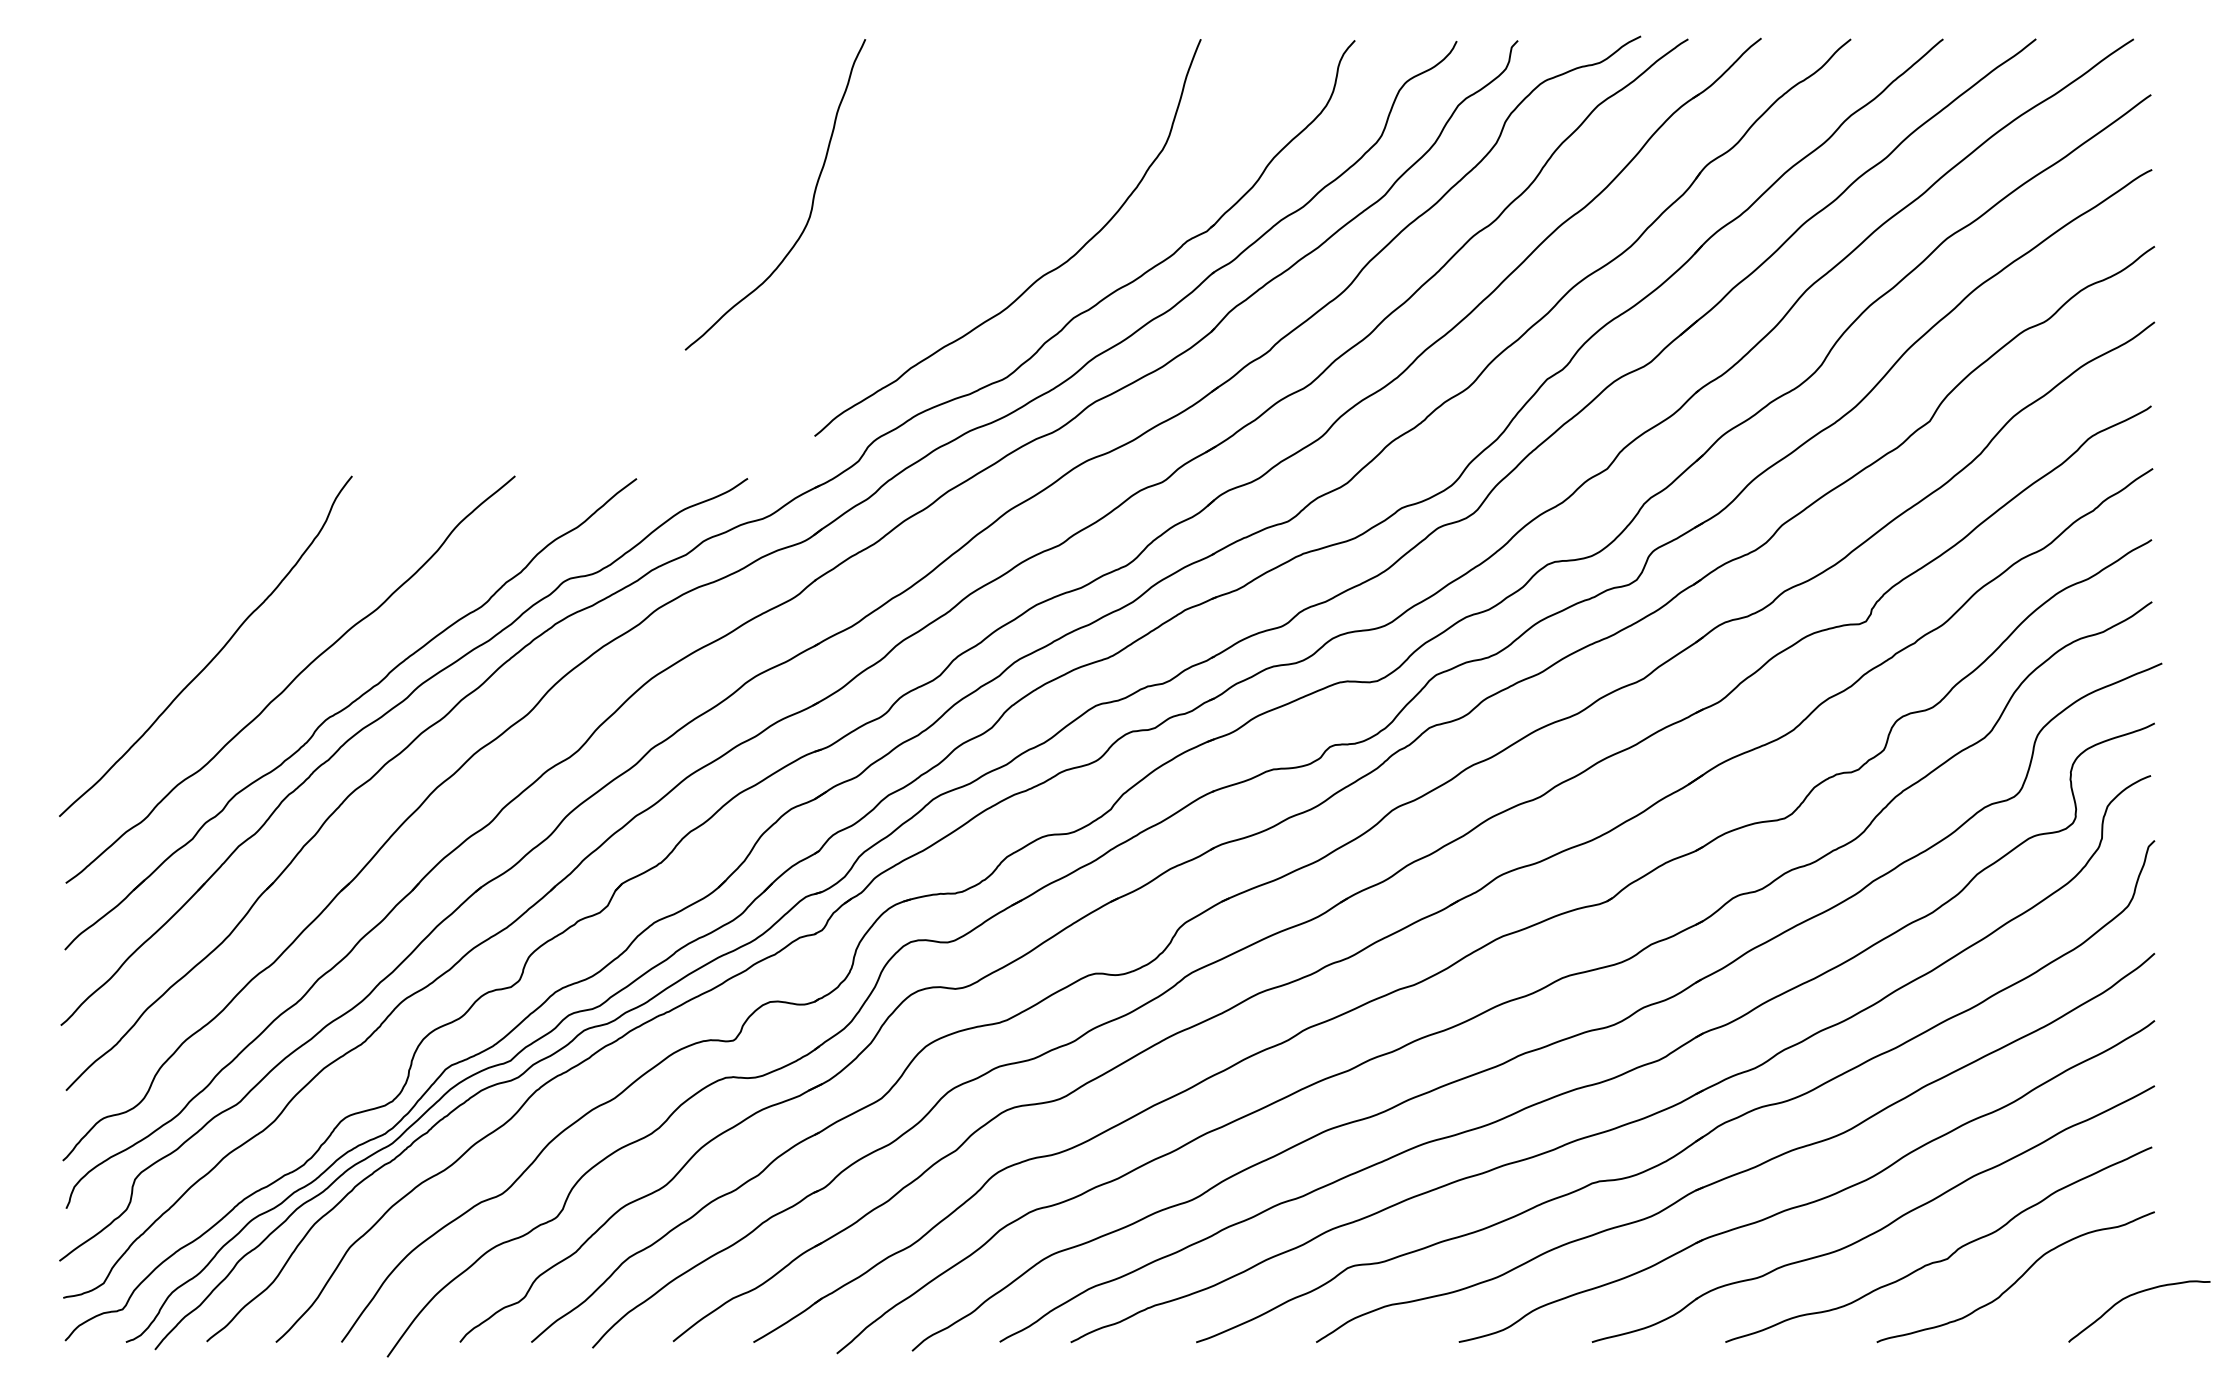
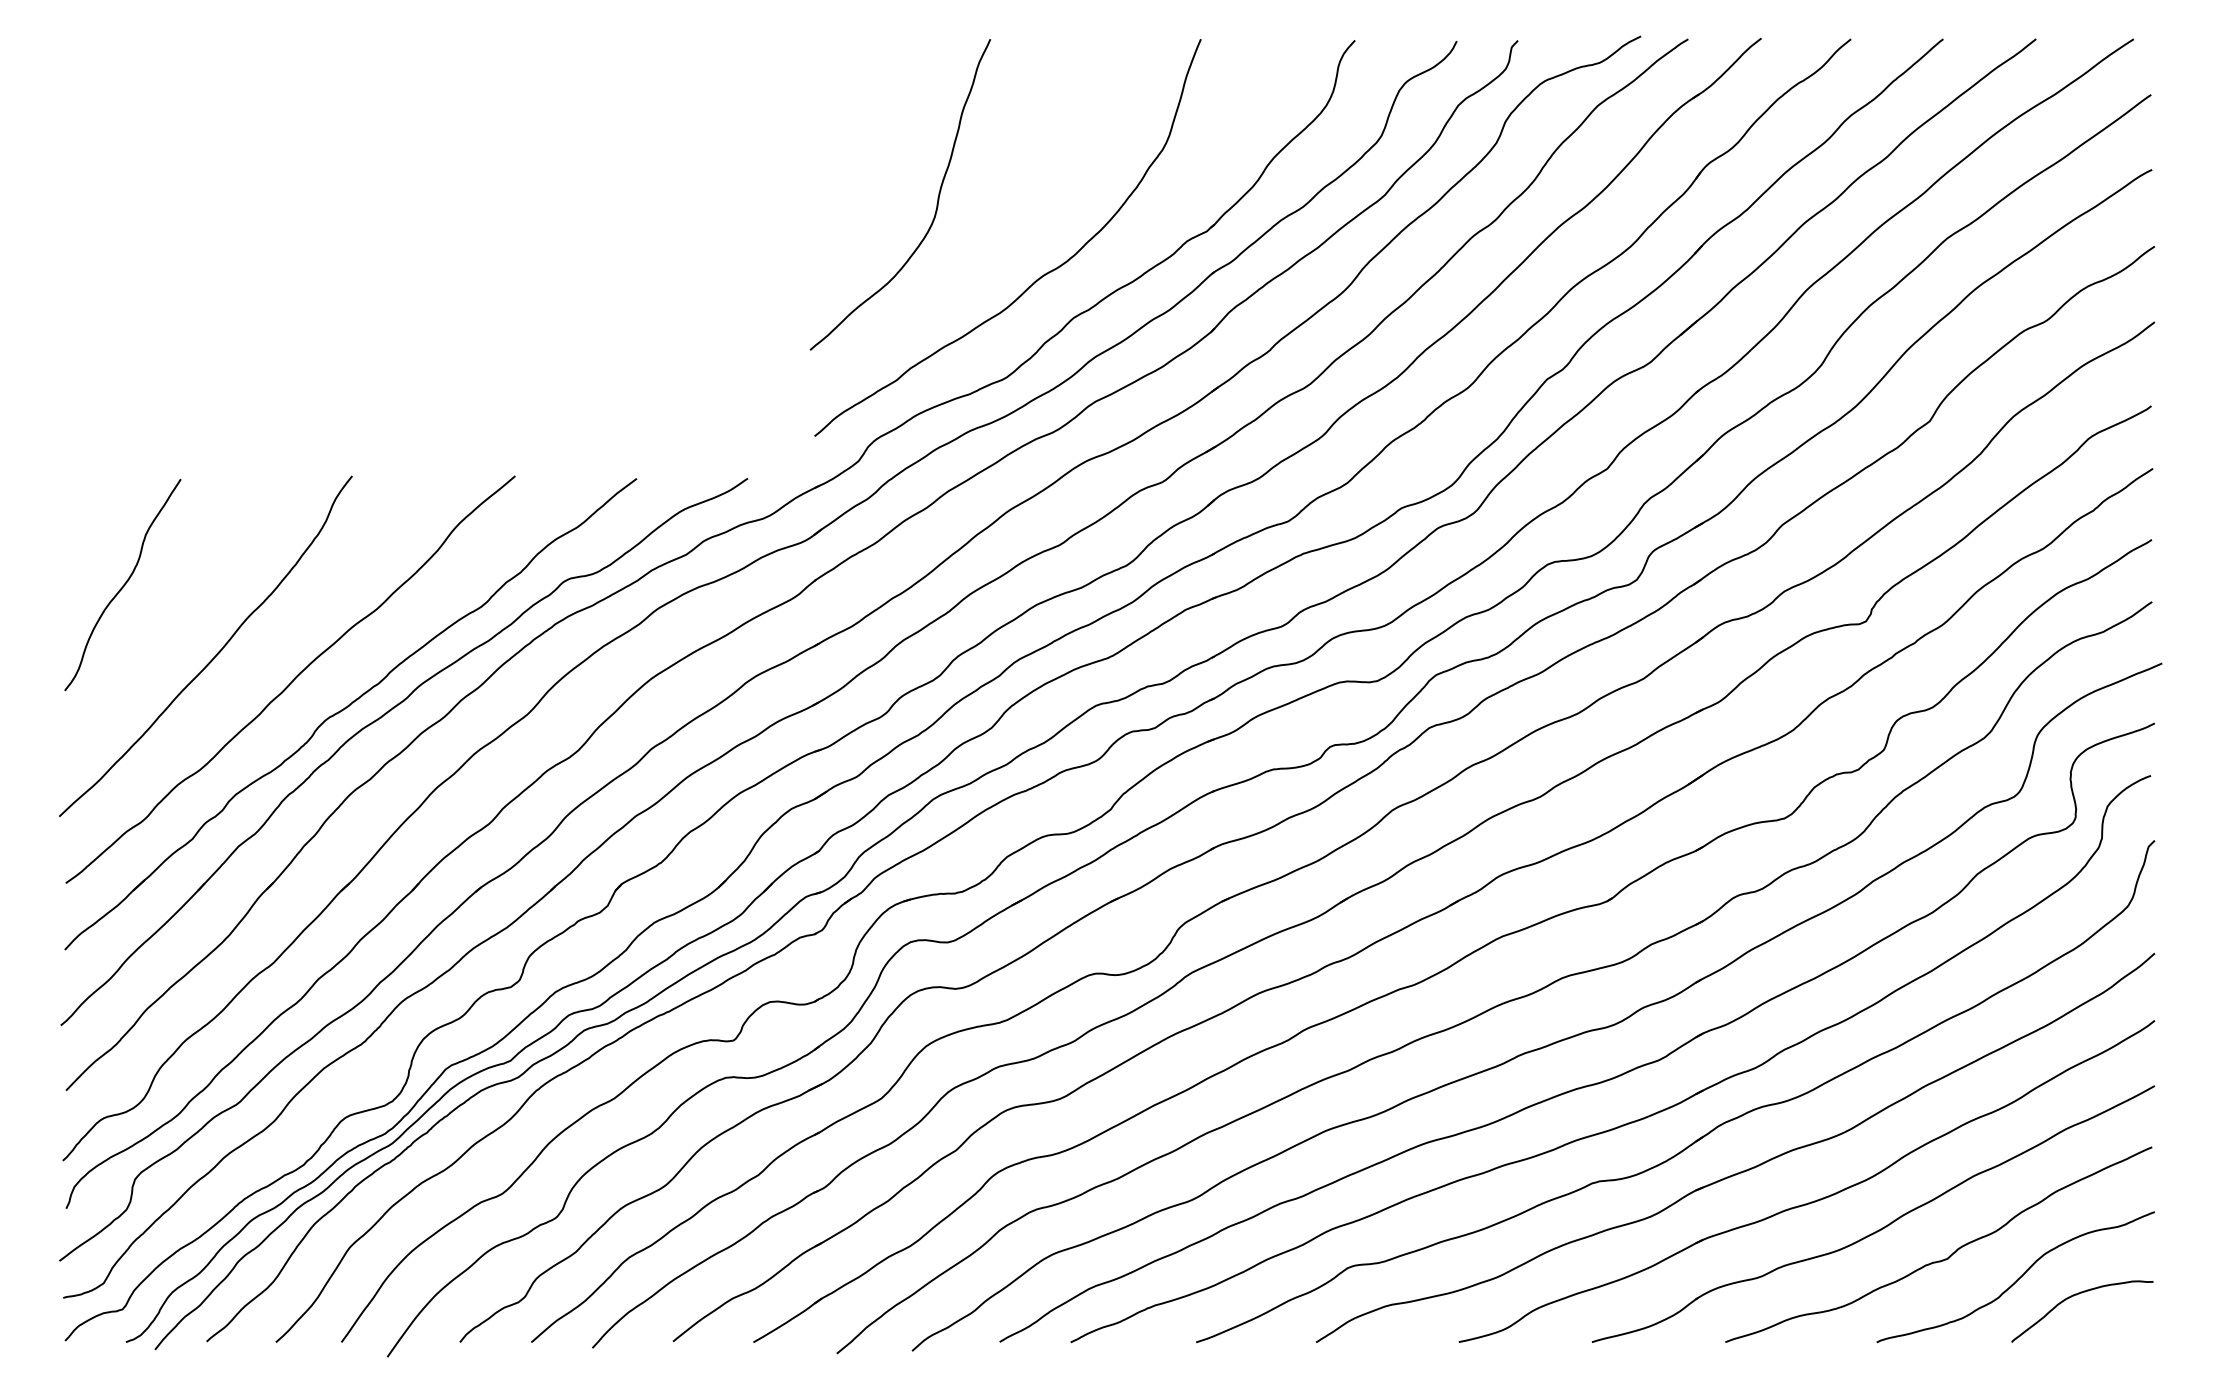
curve at (811, 203) position: (811, 203) -> (936, 203)
curve at (122, 585): none -> present
curve at (2133, 1295) position: (2133, 1295) -> (2076, 1295)
